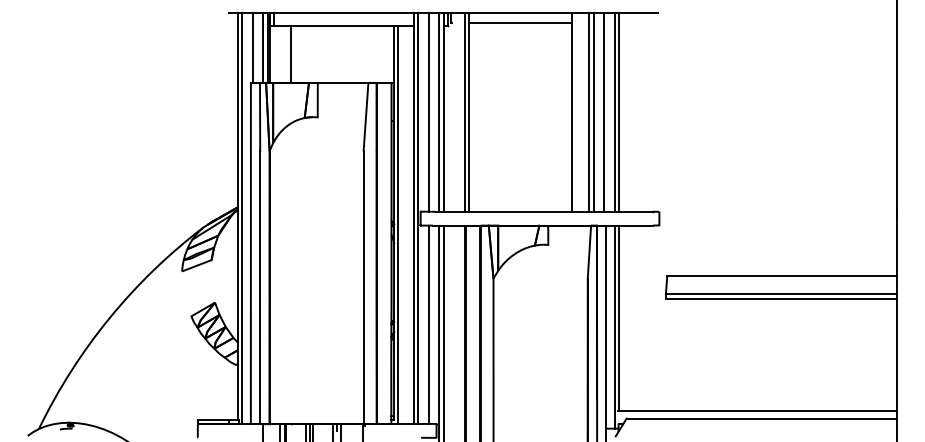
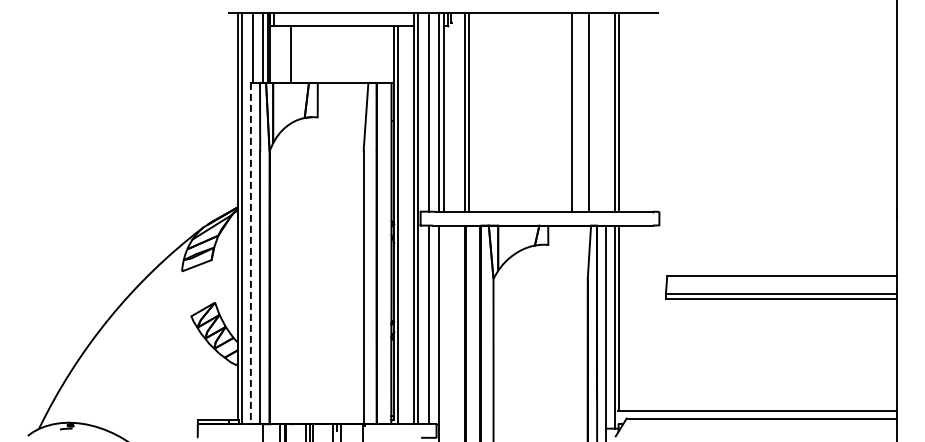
line at (519, 22): present -> none
line at (593, 112): present -> none
line at (604, 112): present -> none
line at (250, 254): solid -> dashed
line at (443, 331): present -> none
